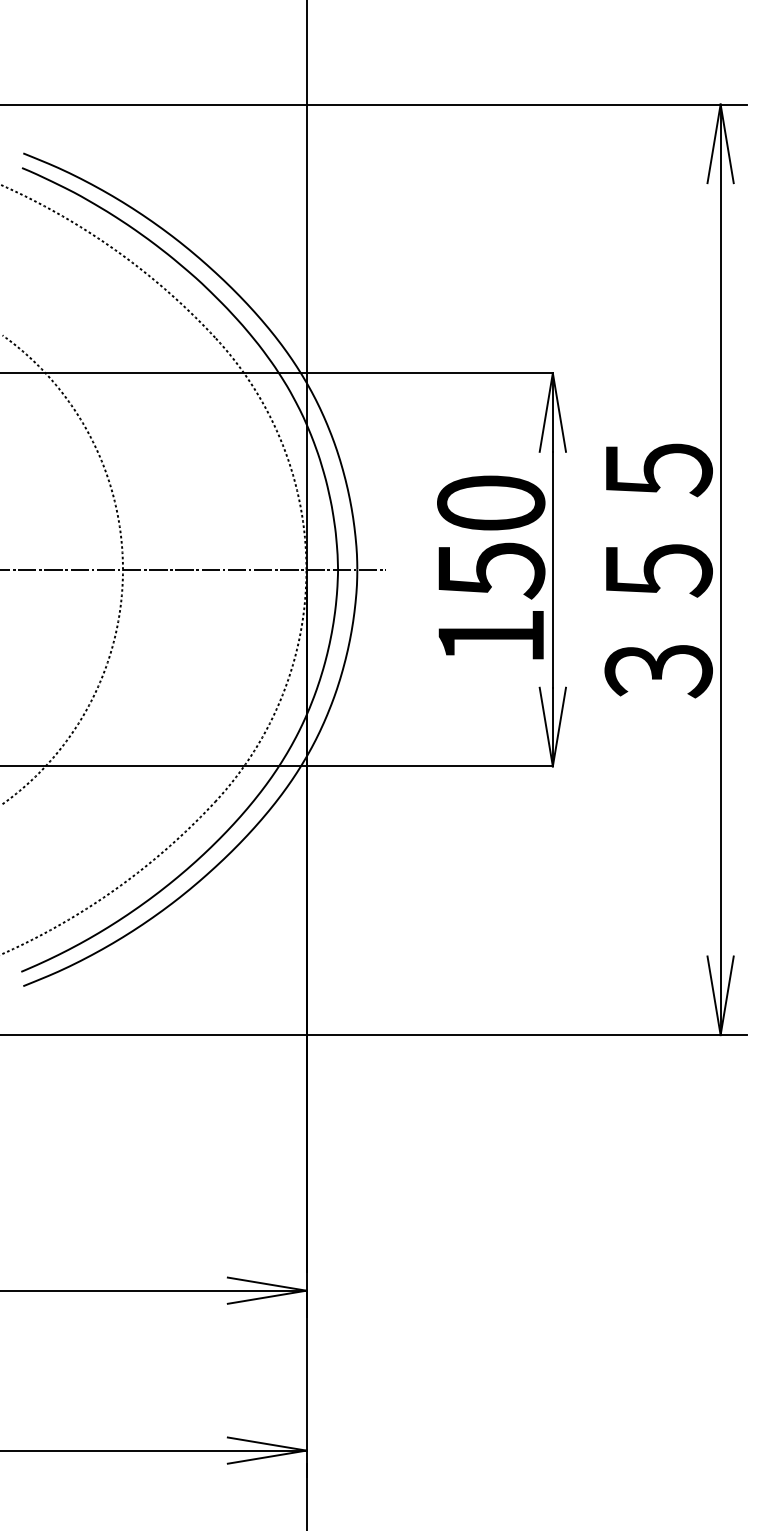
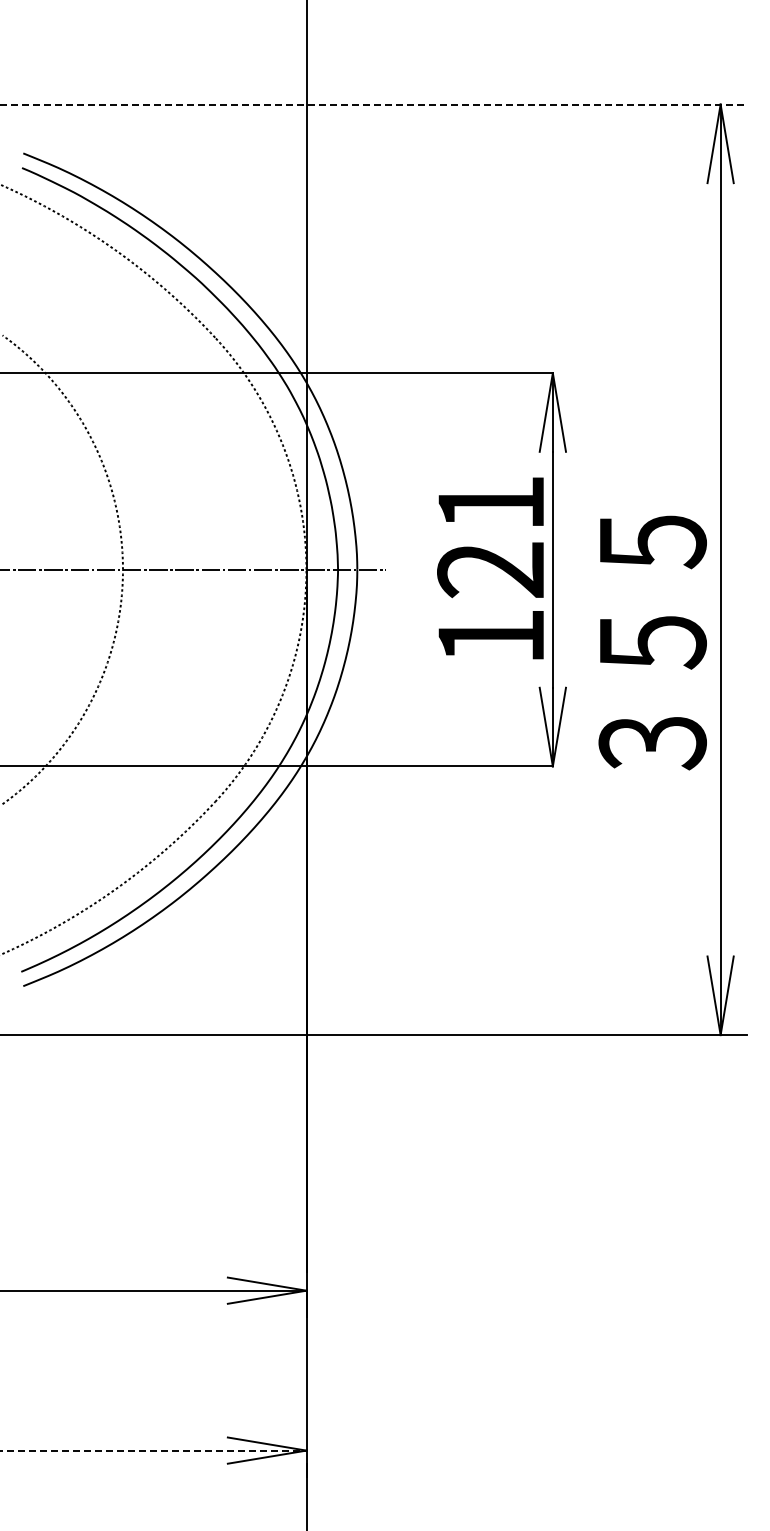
line at (374, 104): solid -> dashed
text at (491, 537): 150 -> 121
text at (658, 570) position: (658, 570) -> (652, 642)
line at (153, 1450): solid -> dashed
